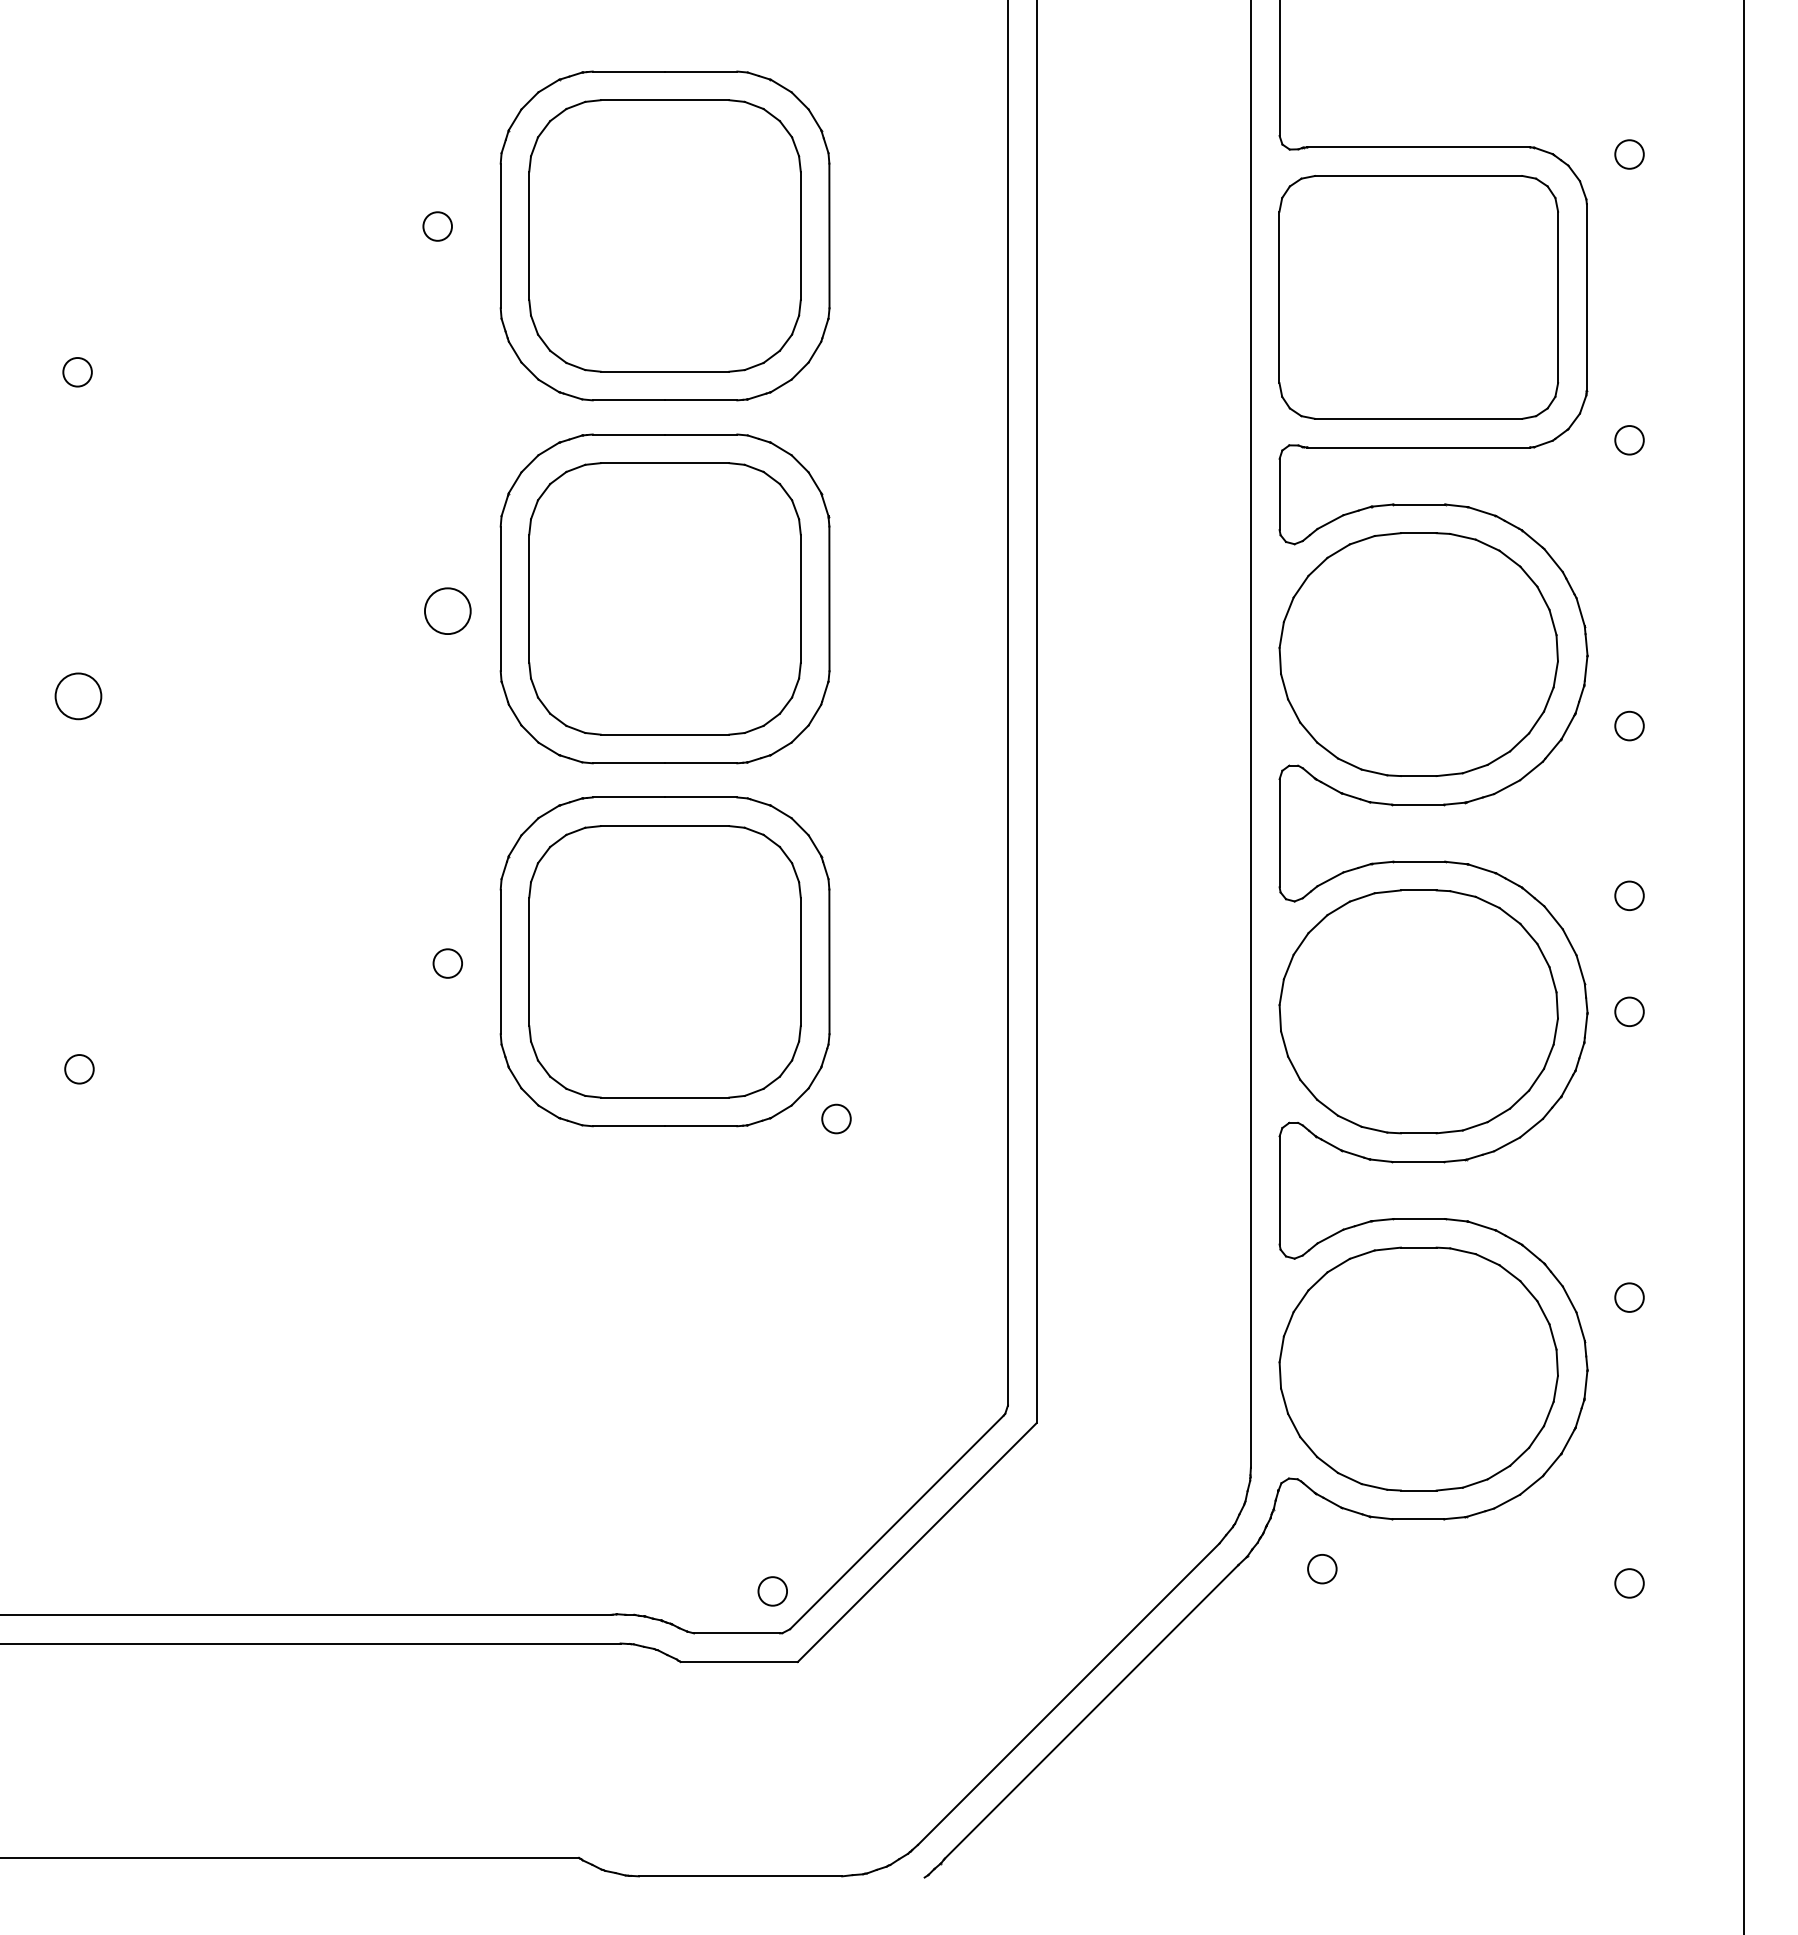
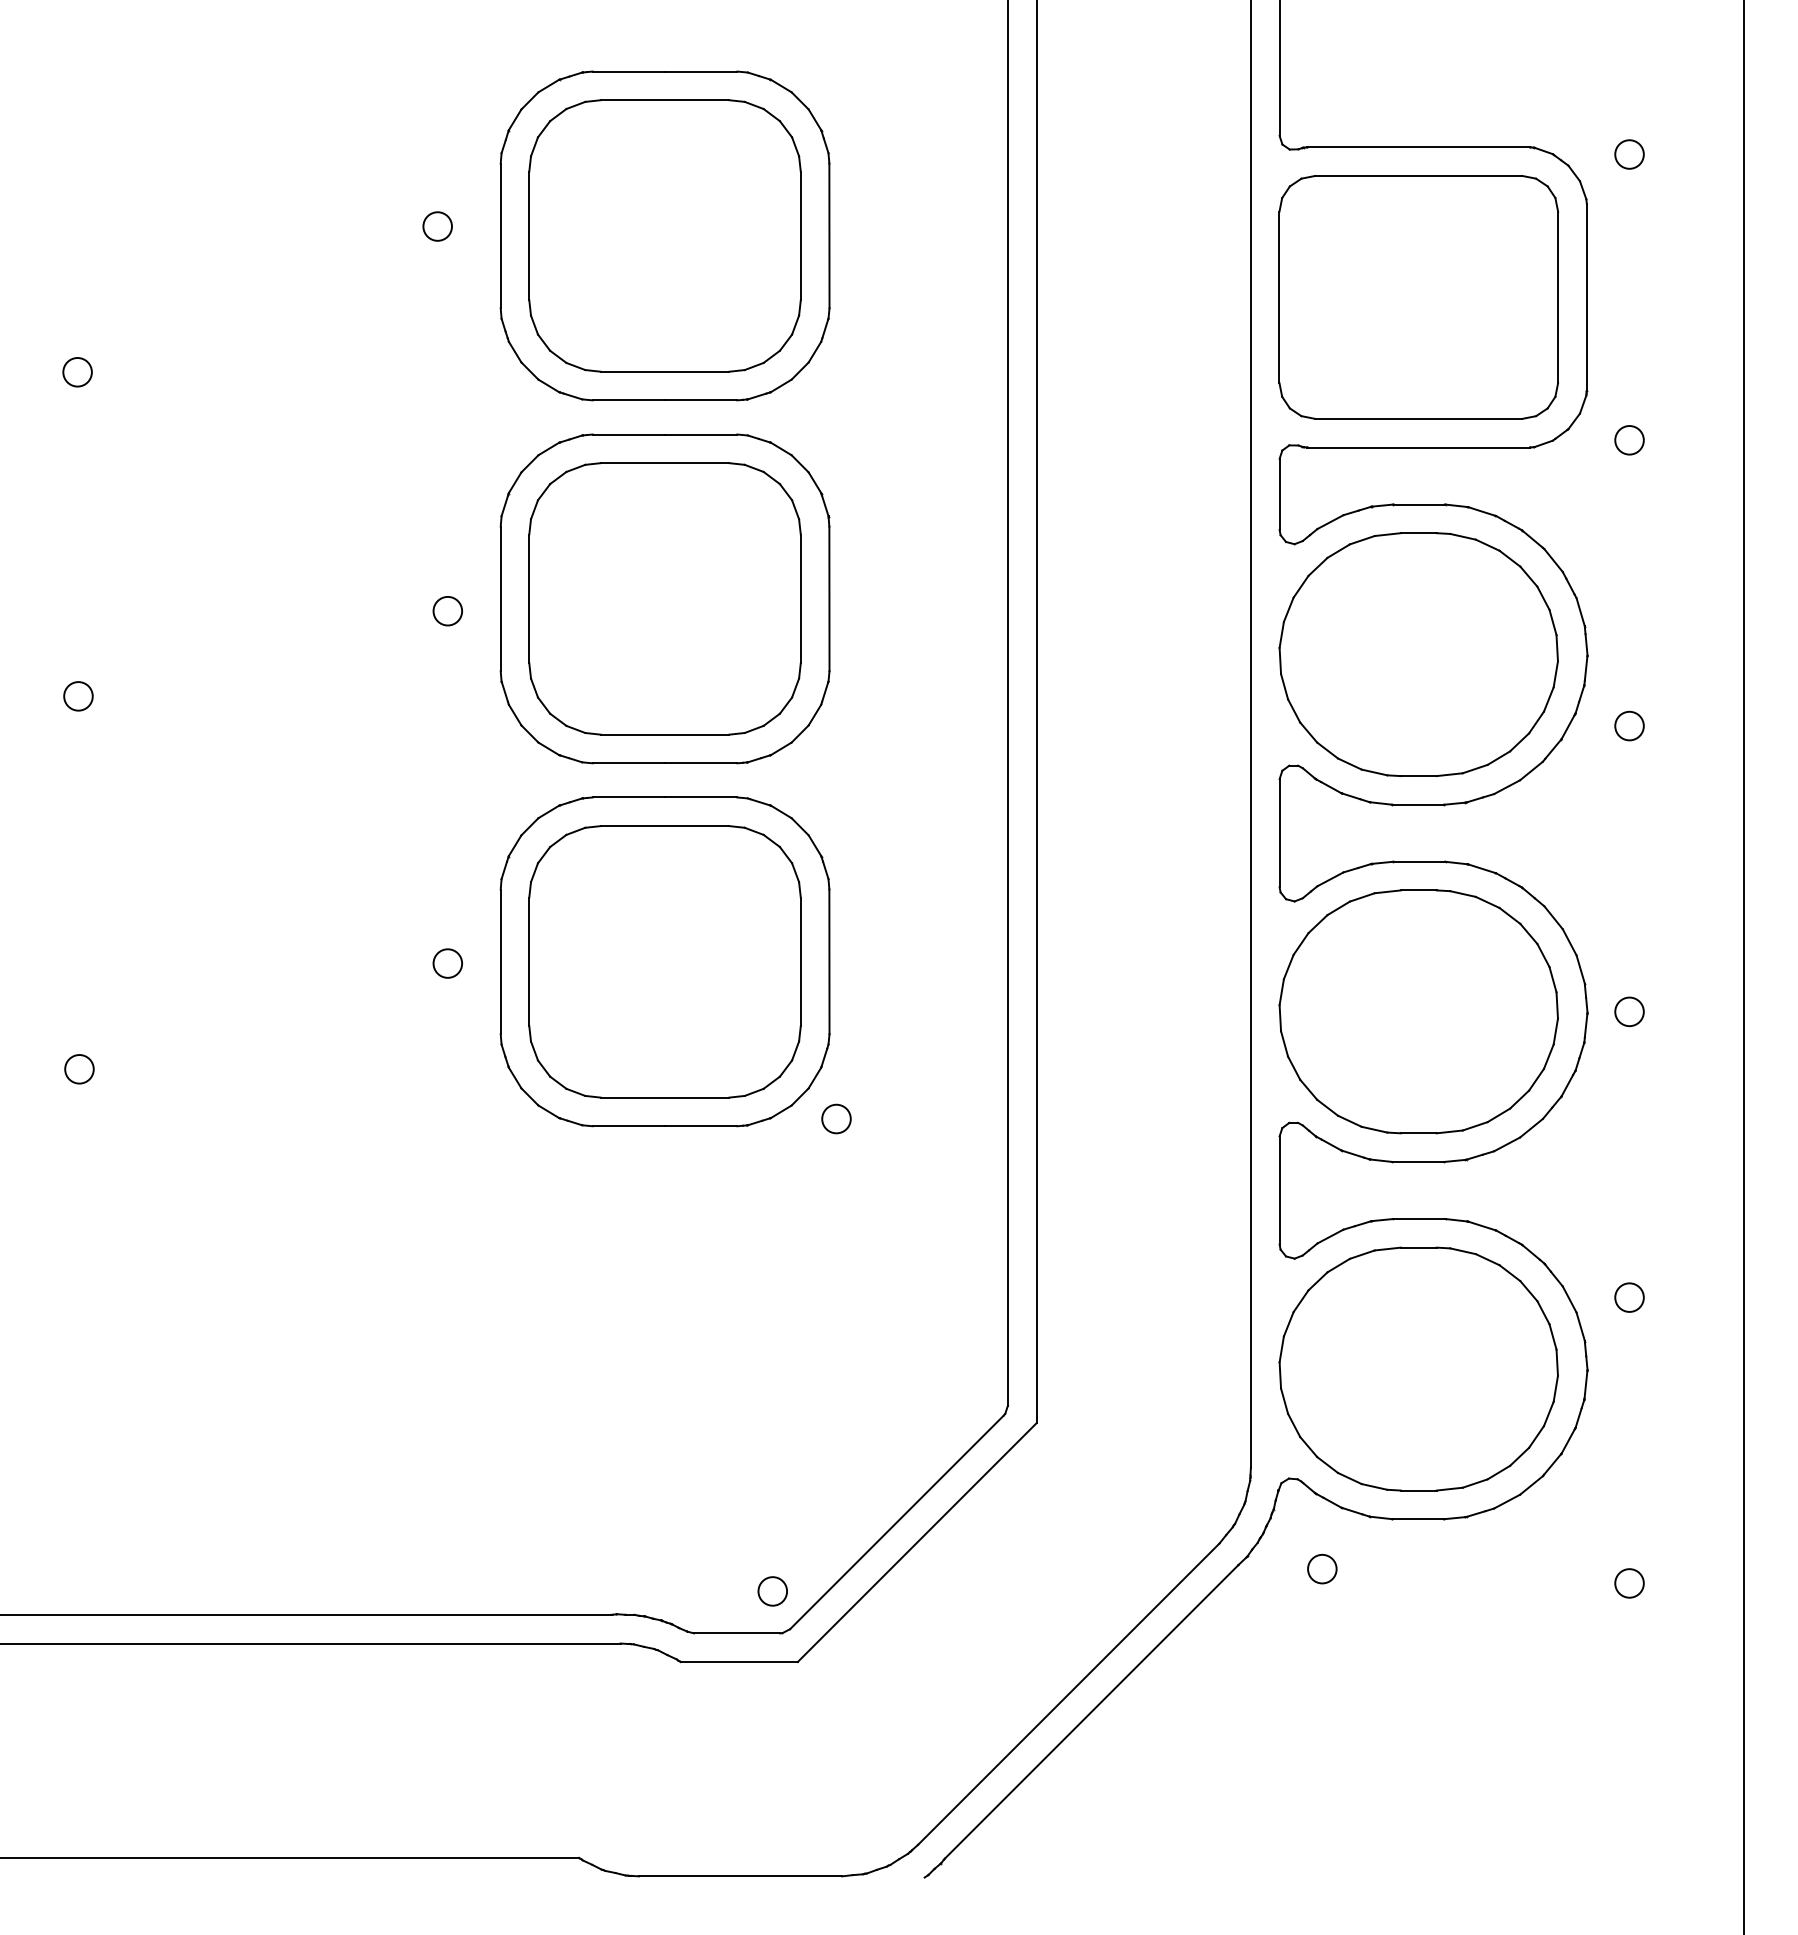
circle at (447, 611) diameter: 46 px -> 29 px
circle at (78, 696) diameter: 46 px -> 29 px
circle at (1629, 895): present -> none
